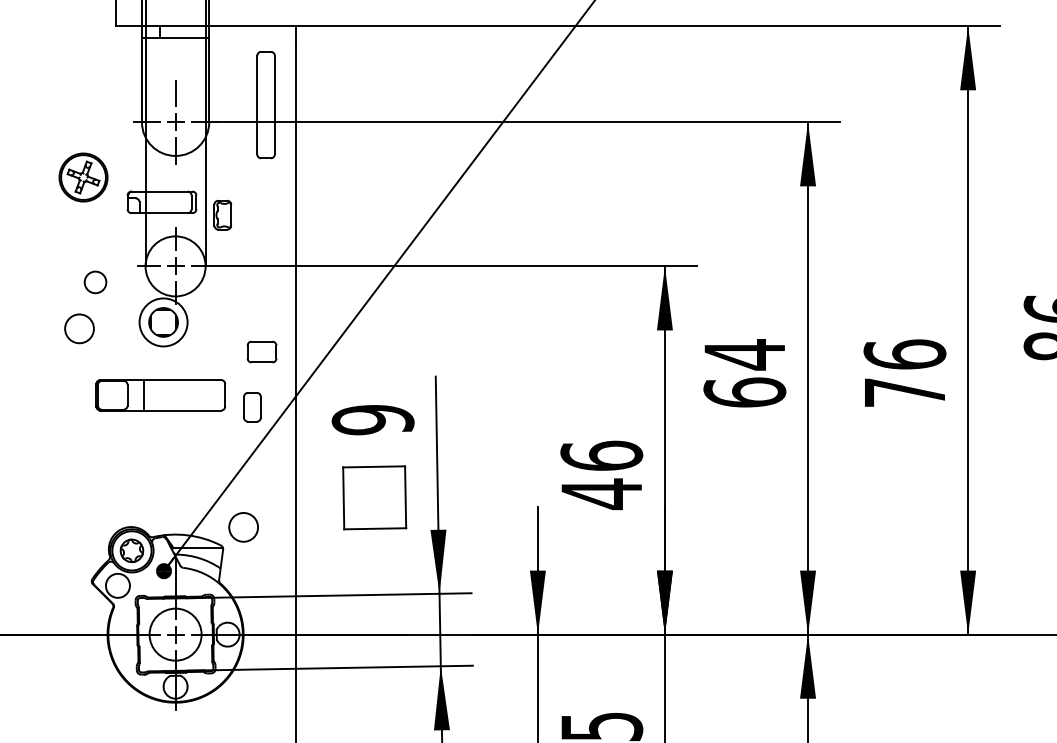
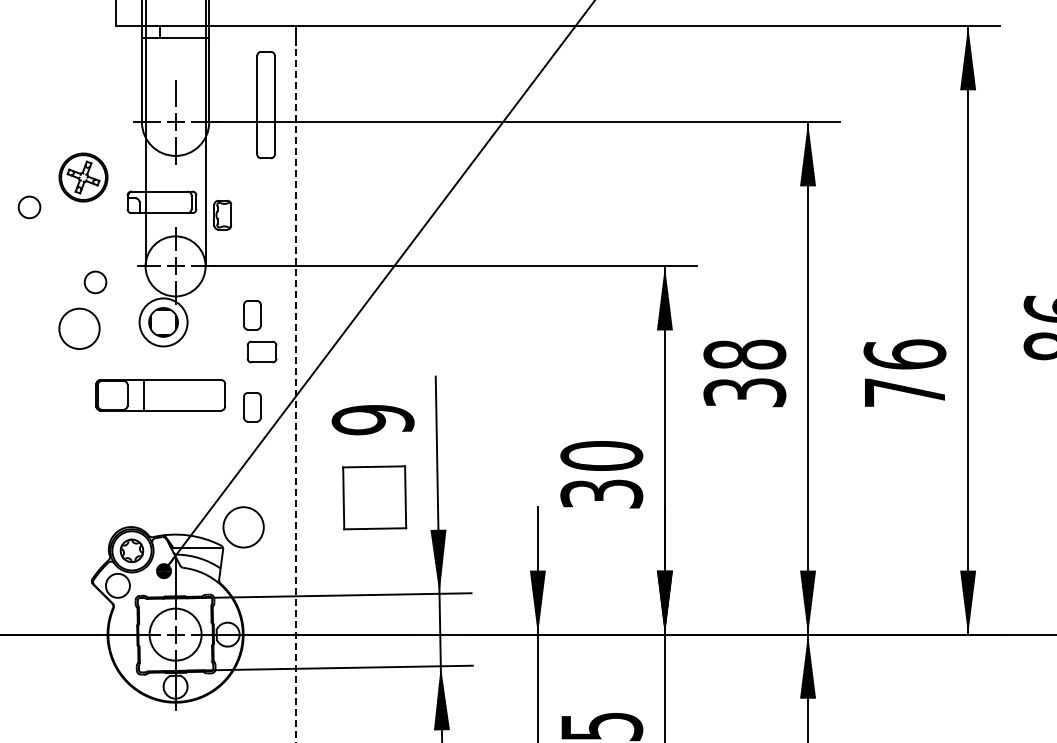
circle at (29, 207): none -> present
part at (252, 315): none -> present
circle at (79, 328) diameter: 29 px -> 40 px
text at (744, 373): 64 -> 38
line at (295, 393): solid -> dashed
text at (601, 475): 46 -> 30
circle at (243, 526) diameter: 29 px -> 40 px
